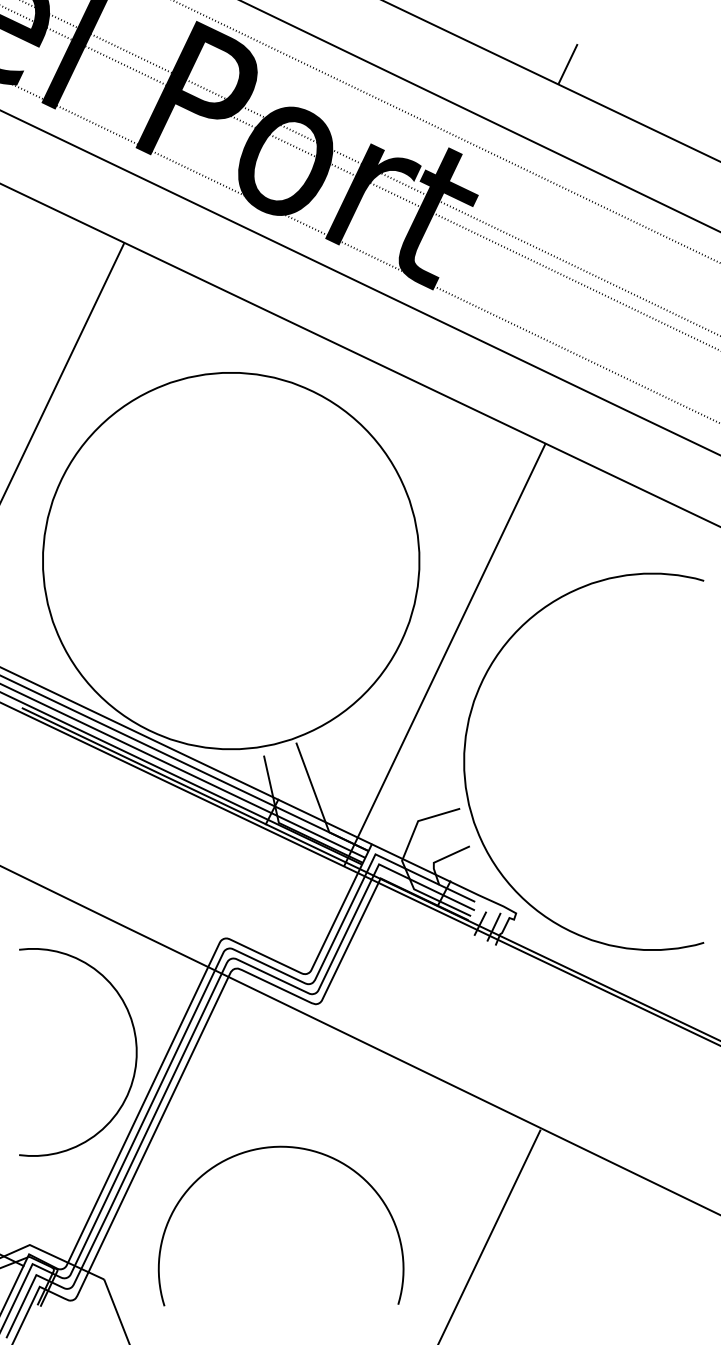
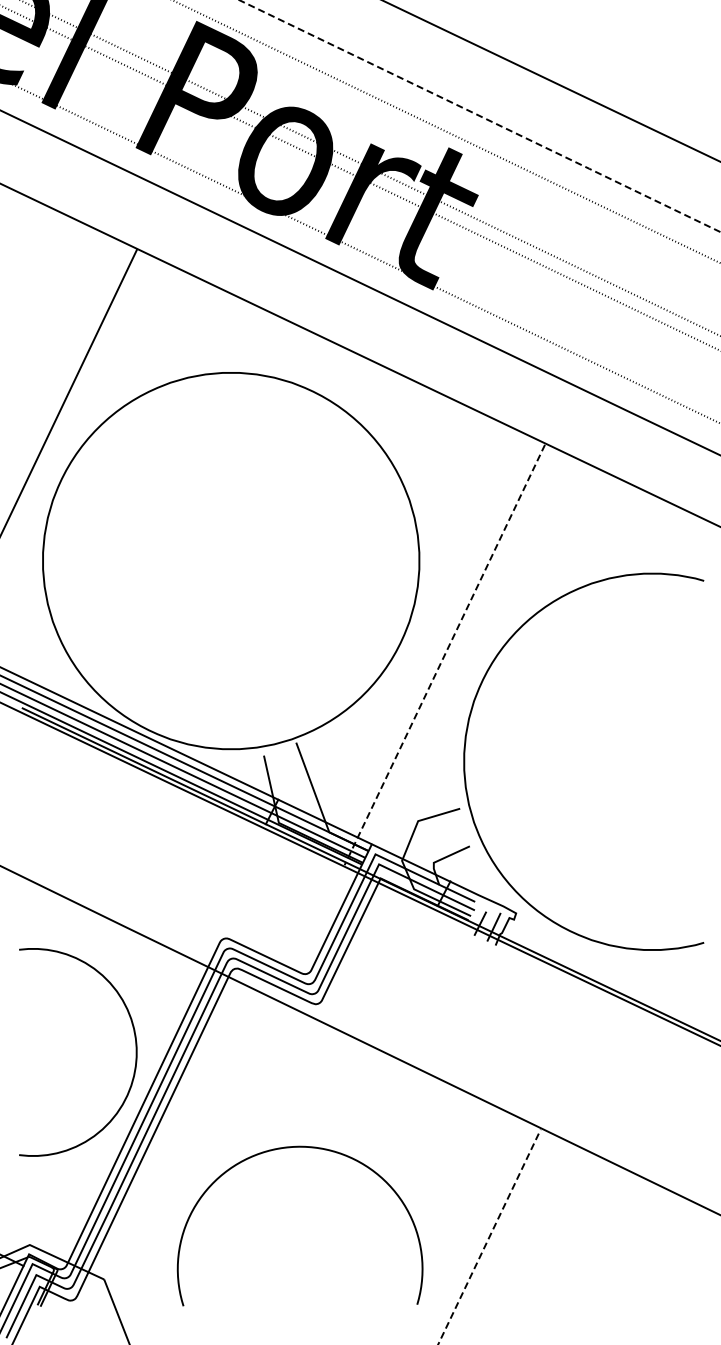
line at (567, 63): present -> none
line at (480, 116): solid -> dashed
line at (62, 371) position: (62, 371) -> (69, 391)
line at (444, 655): solid -> dashed
curve at (270, 1148) position: (270, 1148) -> (289, 1148)
line at (489, 1237): solid -> dashed
